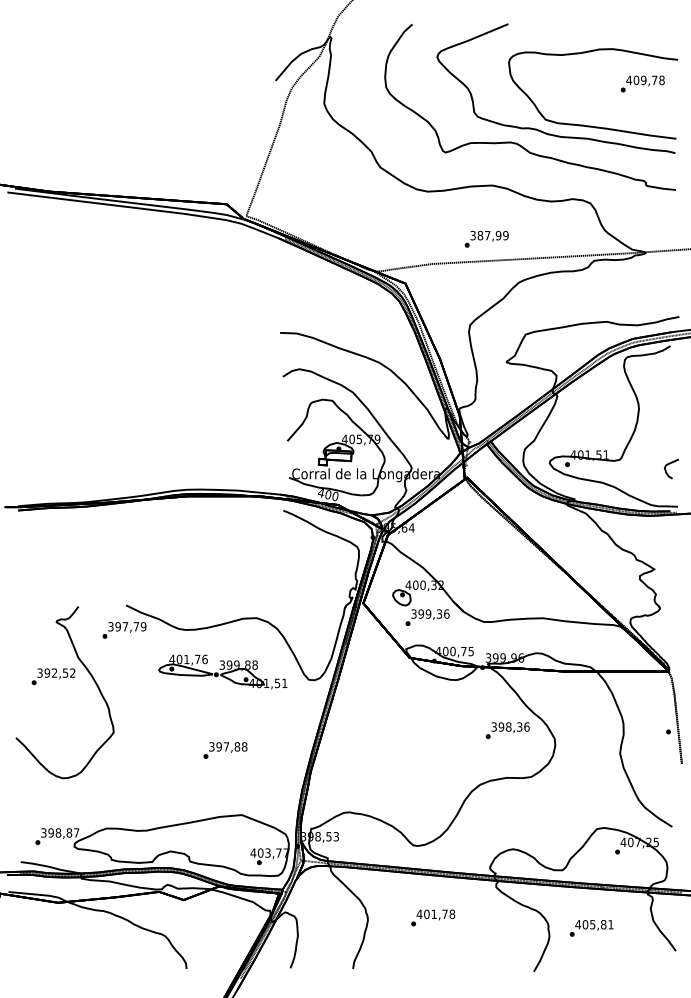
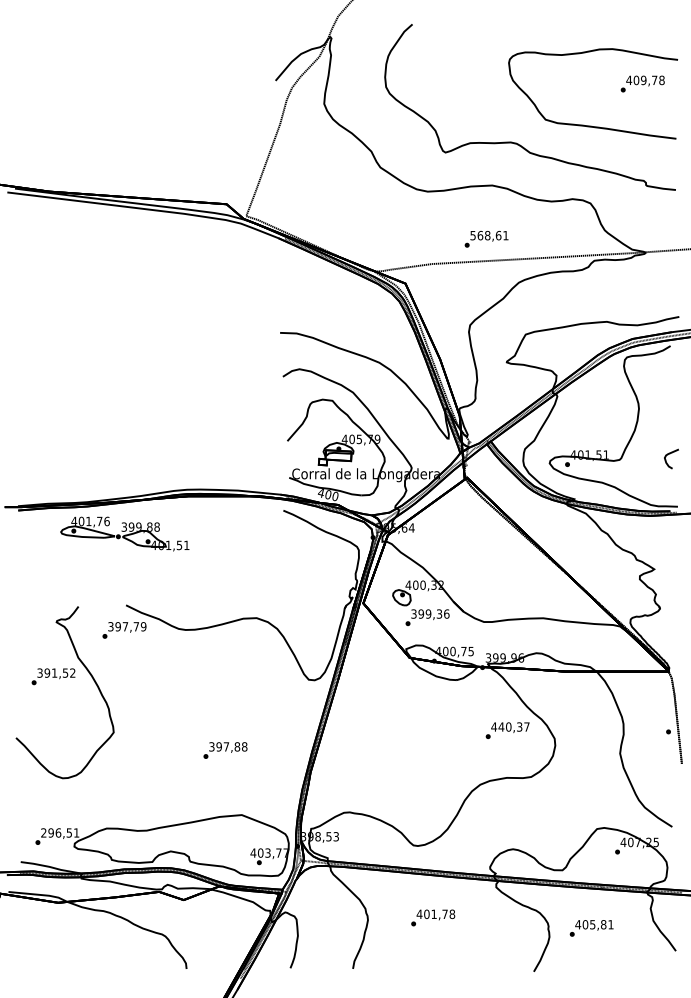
part at (539, 129): present -> none
text at (489, 235): 387,99 -> 568,61
curve at (670, 464) position: (670, 464) -> (670, 454)
part at (222, 671) position: (222, 671) -> (124, 533)
text at (54, 672): 392,52 -> 391,52
text at (510, 726): 398,36 -> 440,37
text at (60, 832): 398,87 -> 296,51
